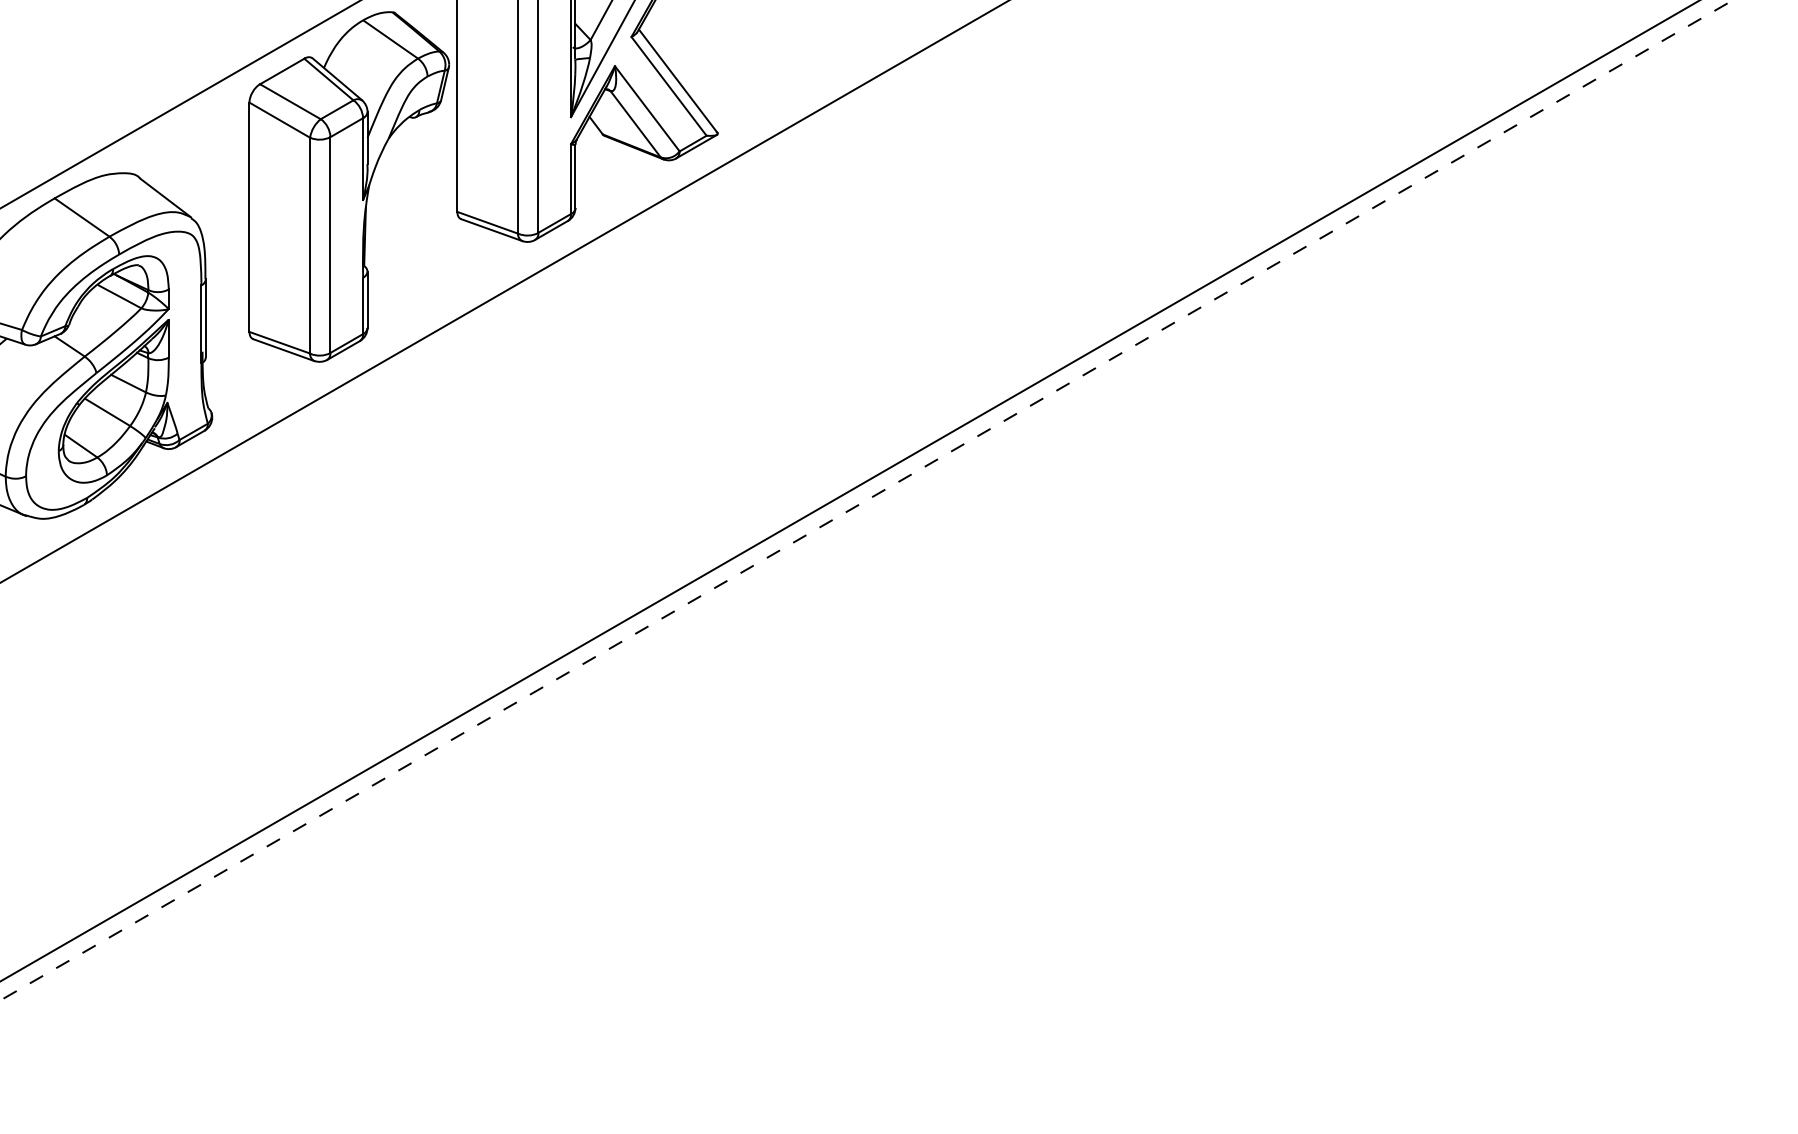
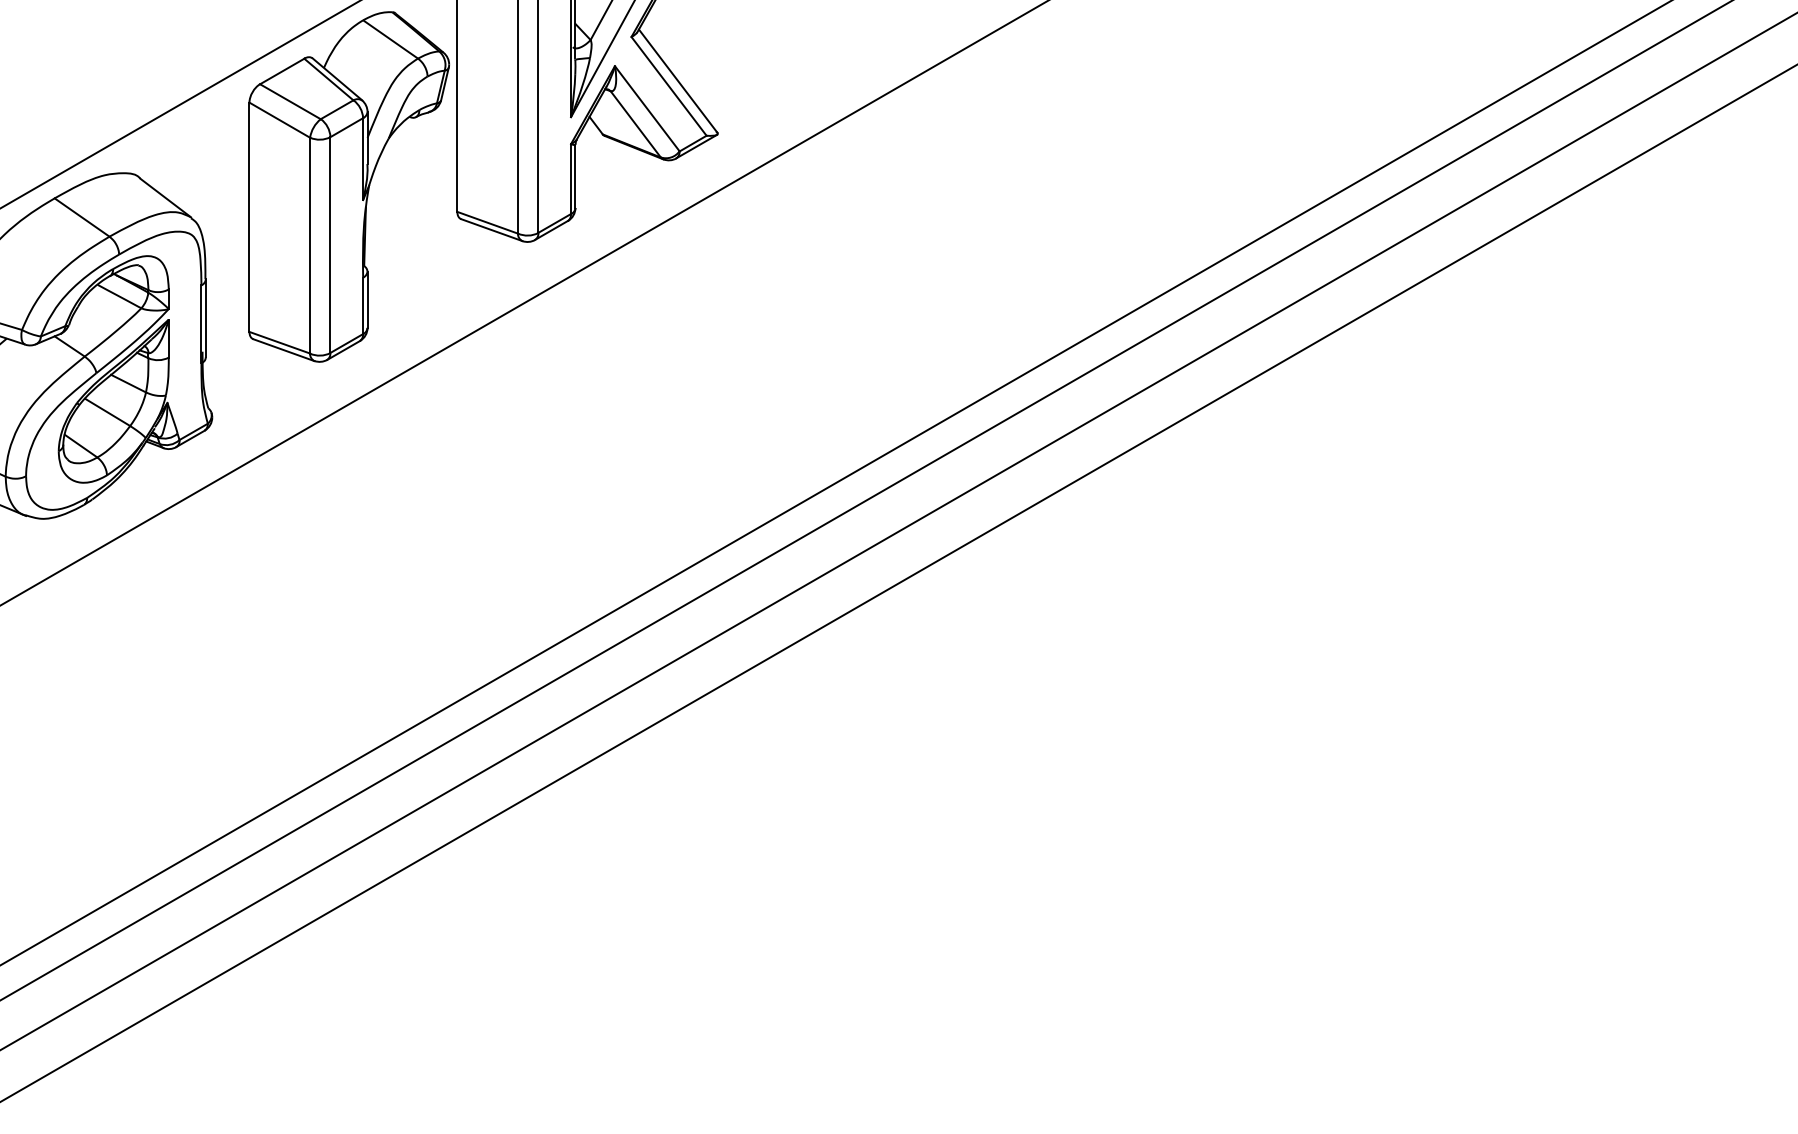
line at (504, 291) position: (504, 291) -> (523, 303)
line at (849, 491) position: (849, 491) -> (835, 483)
line at (867, 500): dashed -> solid
line at (898, 531): none -> present
line at (898, 583): none -> present
